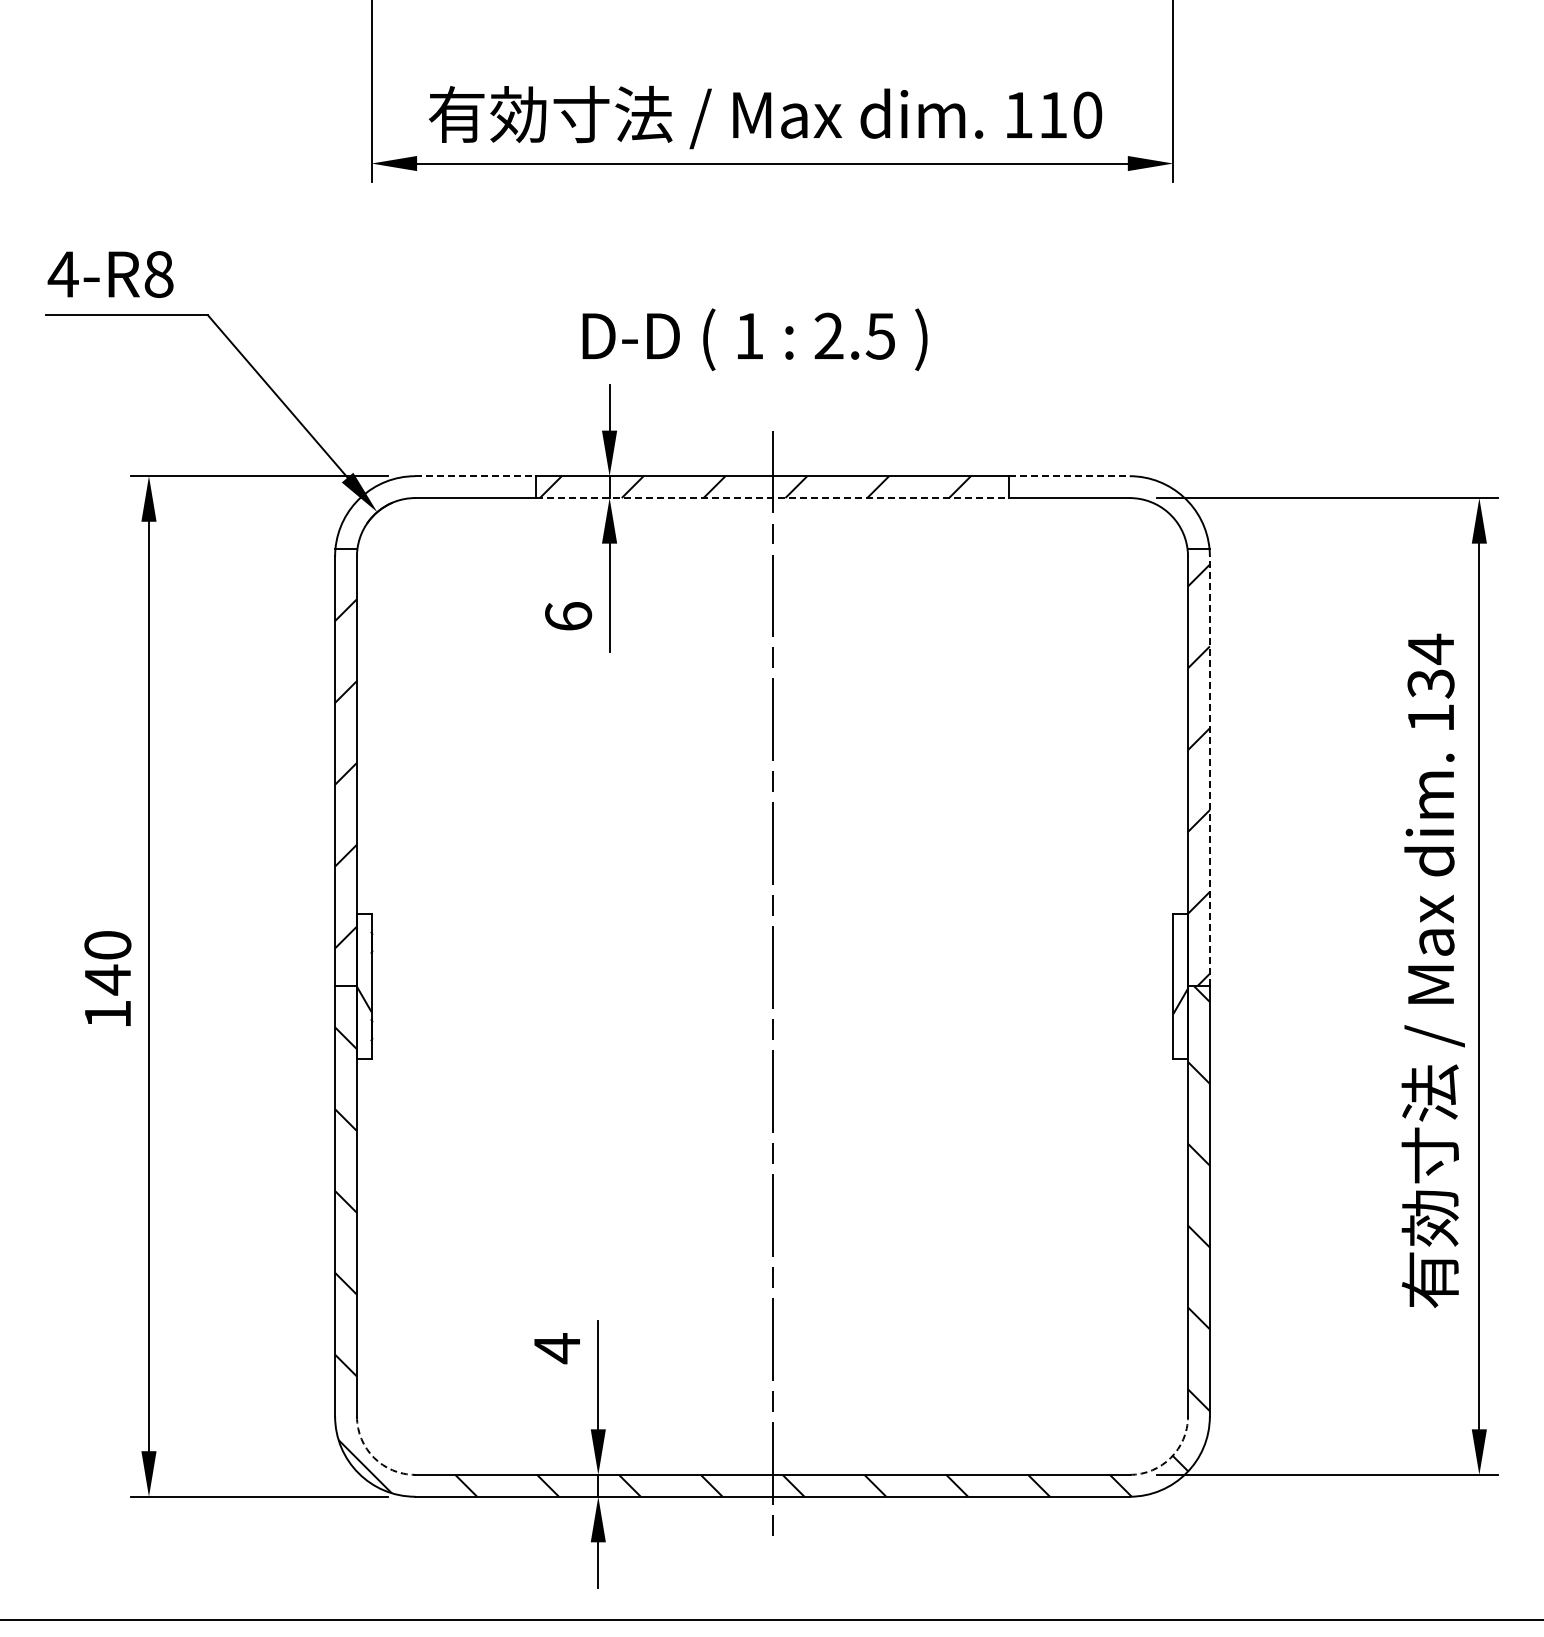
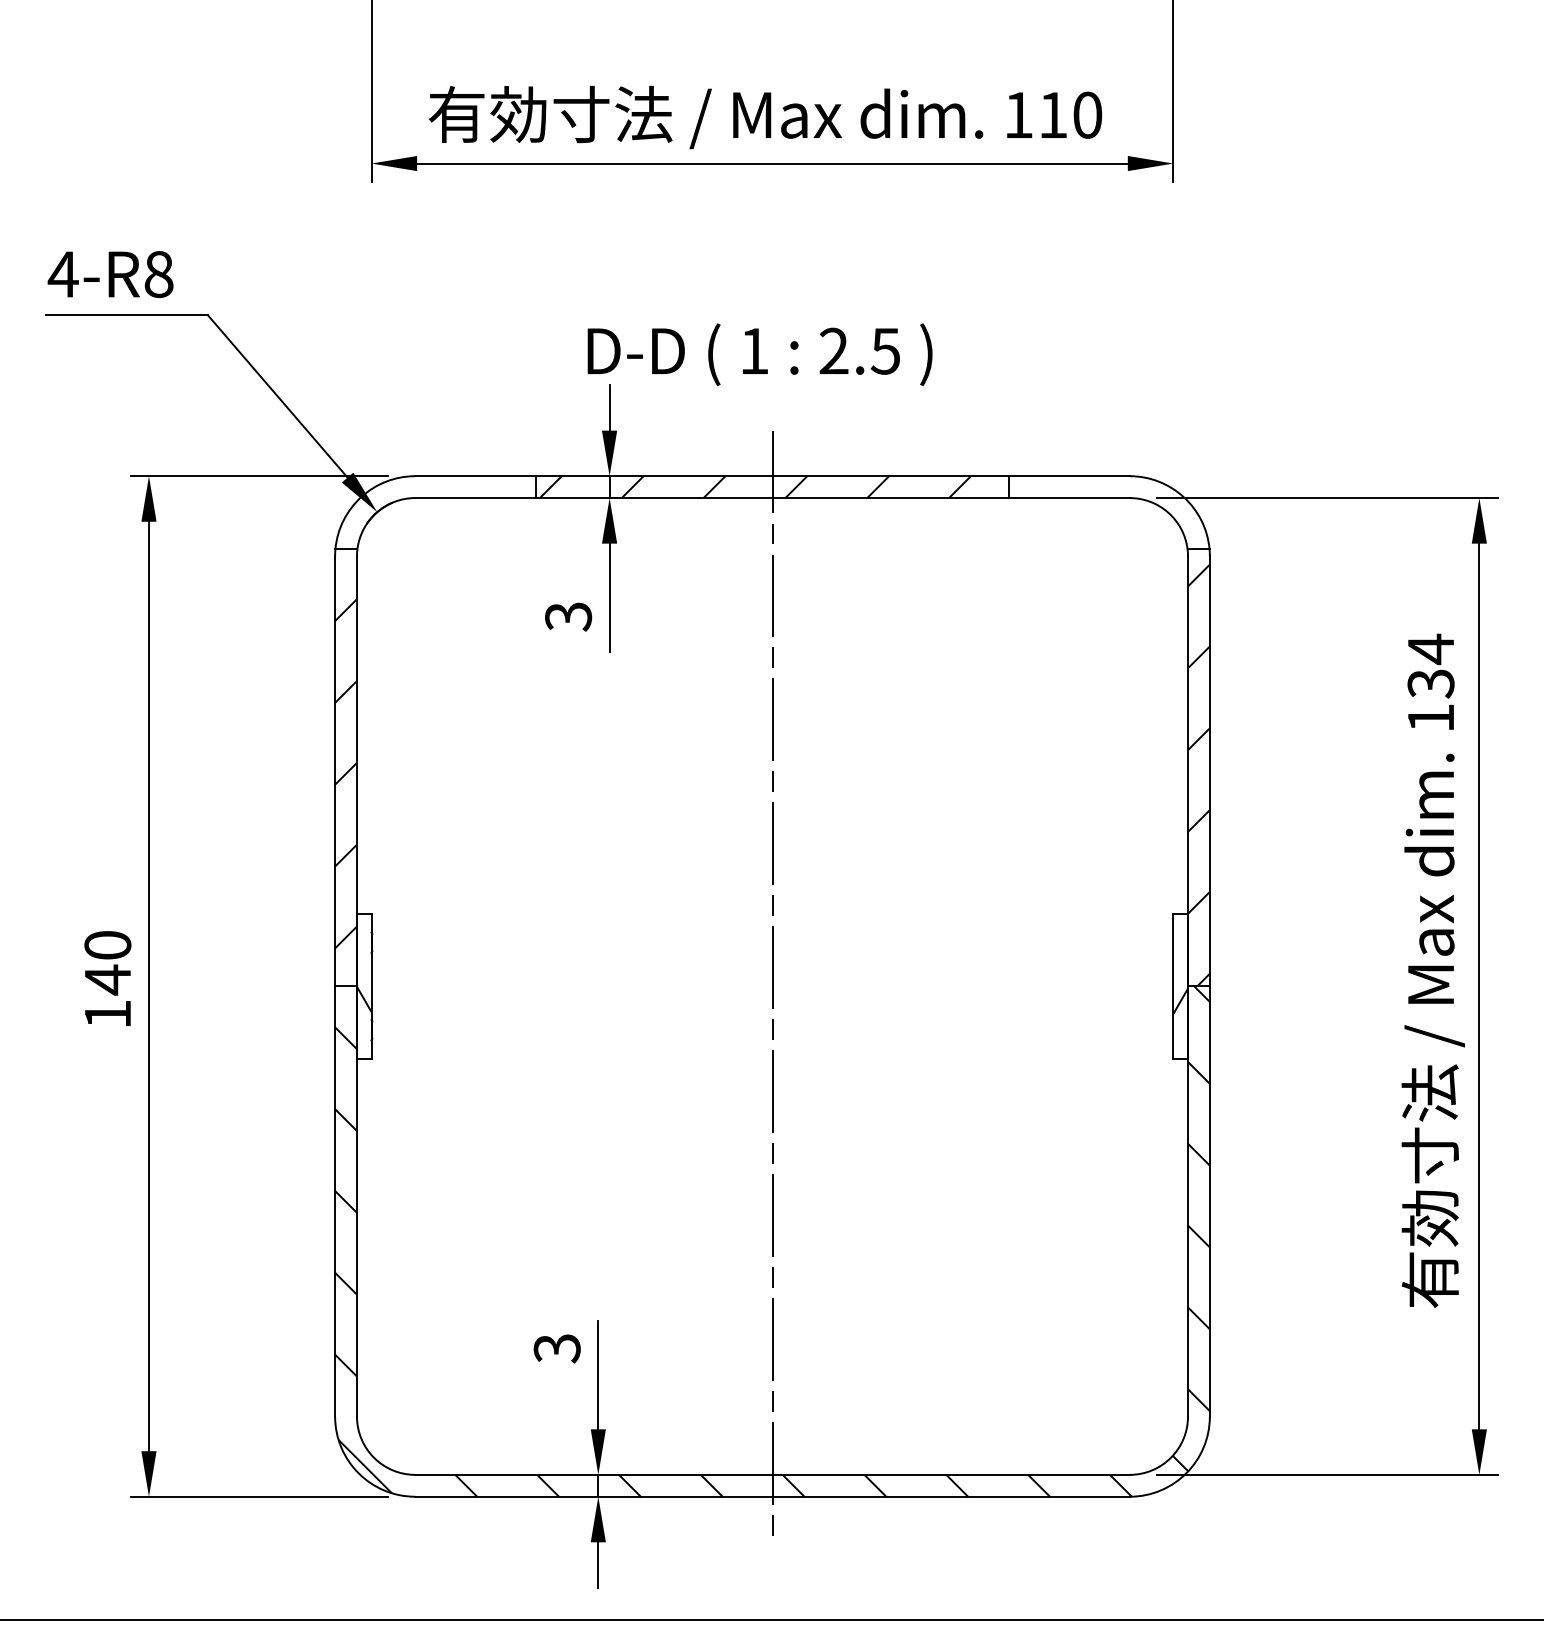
text at (754, 339) position: (754, 339) -> (759, 354)
line at (475, 476): dashed -> solid
line at (1070, 476): dashed -> solid
line at (772, 498): dashed -> solid
text at (568, 616): 6 -> 3
line at (1209, 770): dashed -> solid
text at (556, 1348): 4 -> 3
arc at (374, 1457): dashed -> solid
arc at (1170, 1457): dashed -> solid
